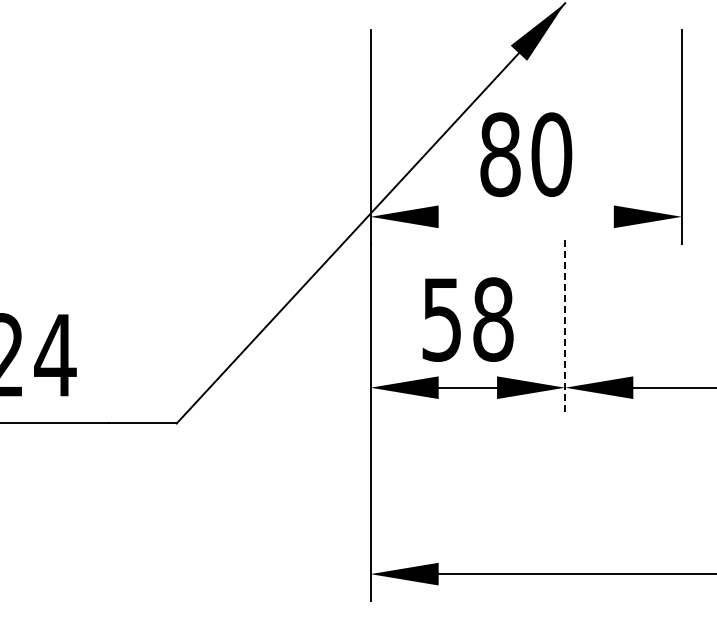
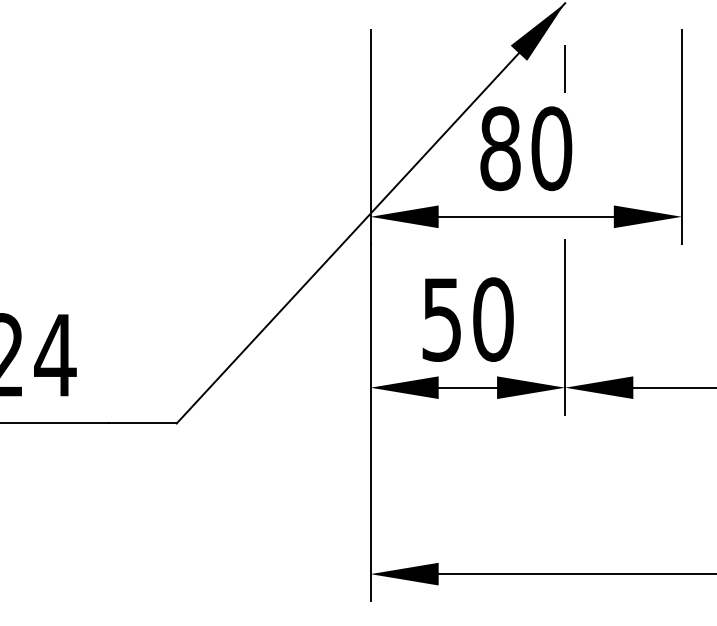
line at (565, 68): none -> present
text at (526, 154) position: (526, 154) -> (526, 148)
line at (525, 216): none -> present
text at (493, 319): 58 -> 50
line at (565, 327): dashed -> solid
